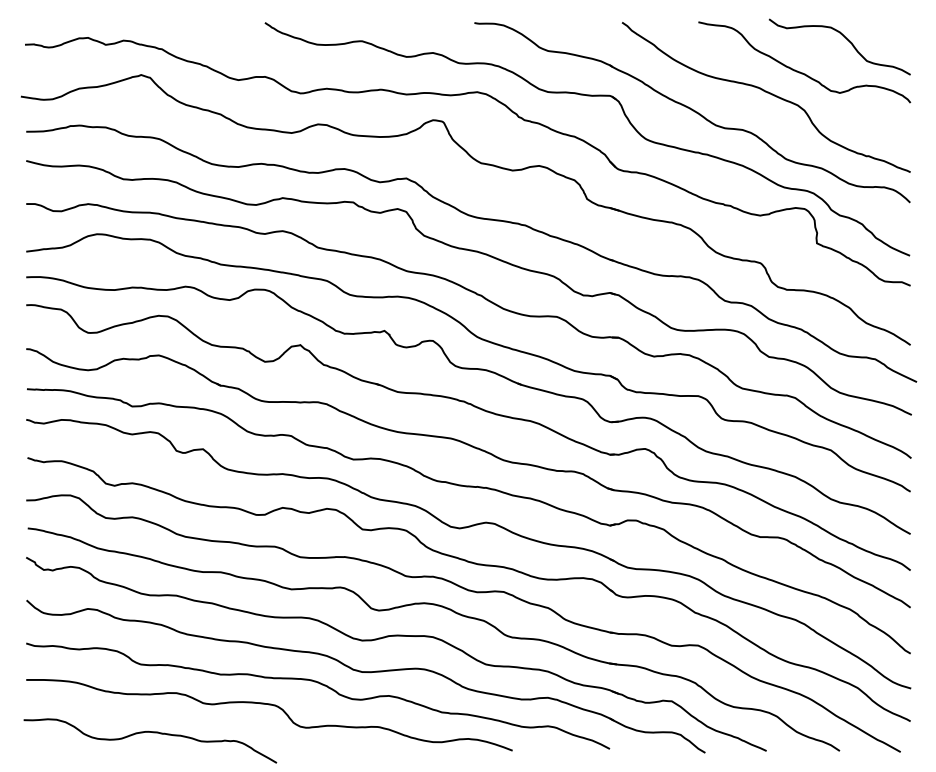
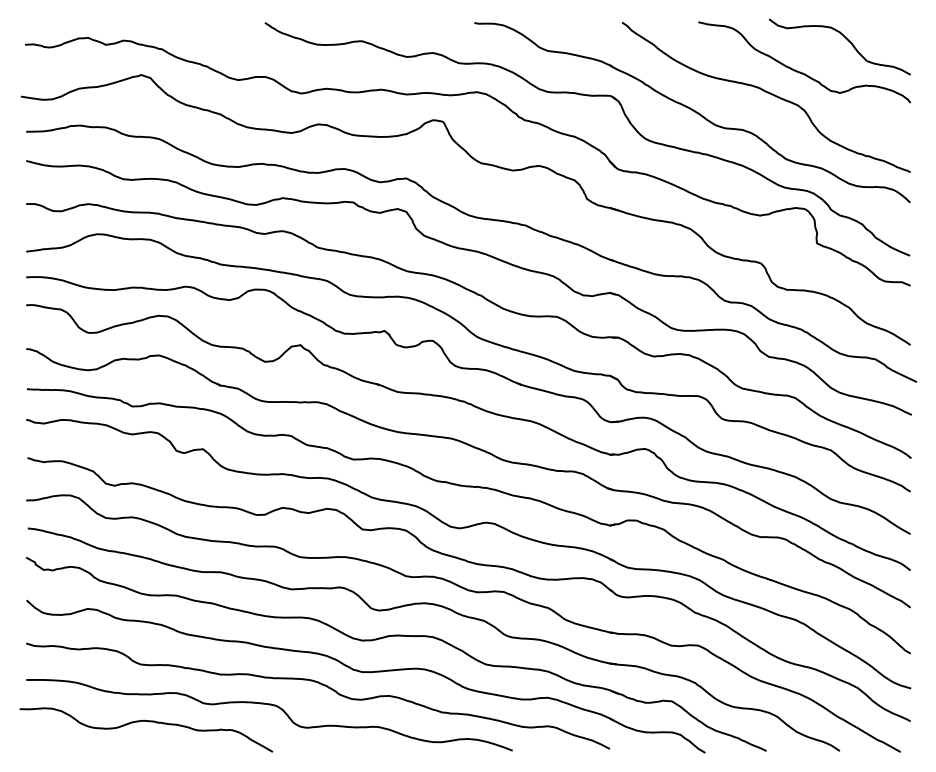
curve at (153, 733) position: (153, 733) -> (149, 722)
